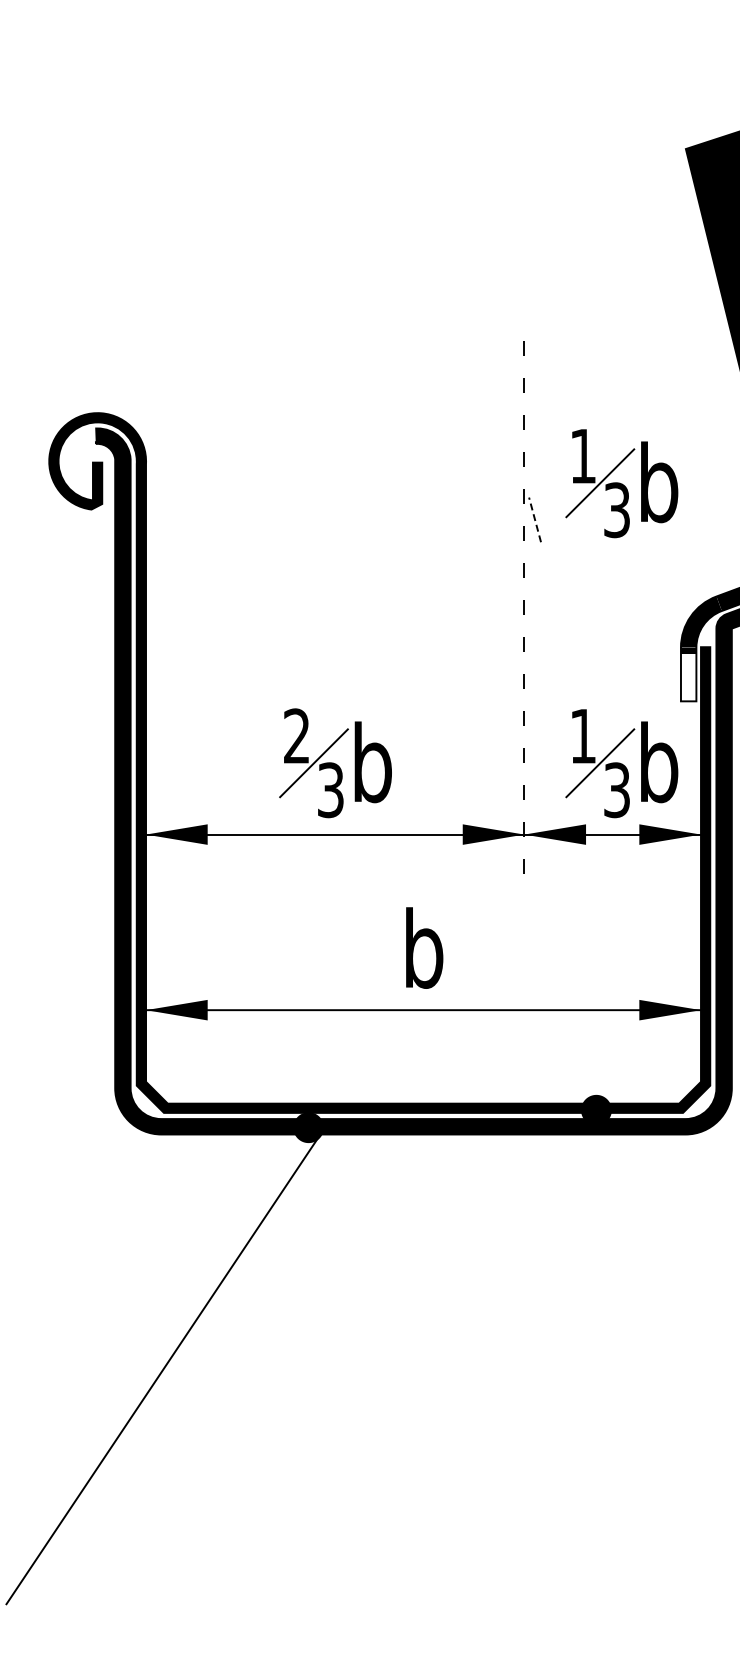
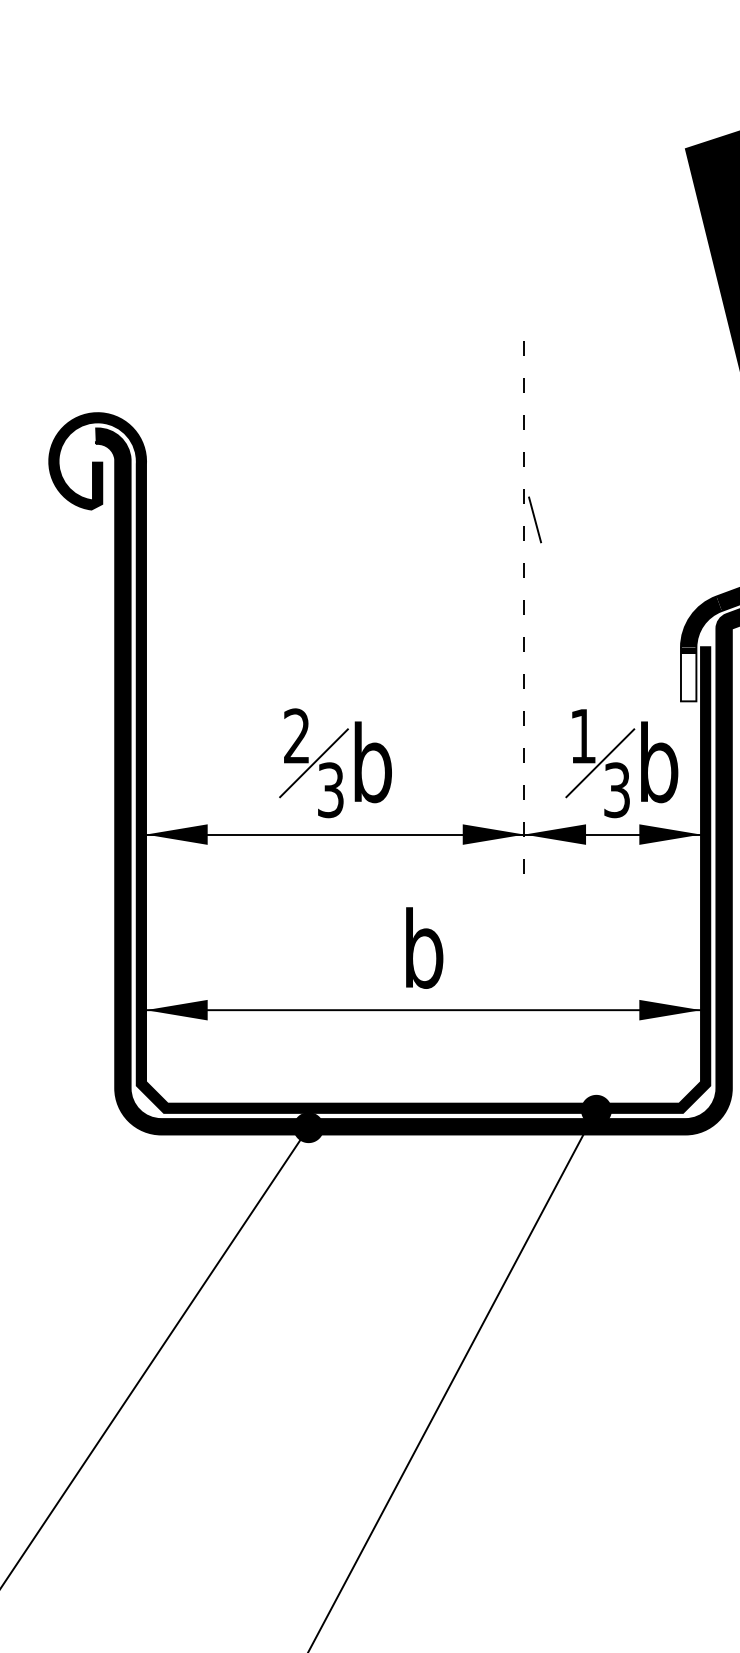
part at (621, 483): present -> none
line at (534, 519): dashed -> solid
line at (162, 1369) position: (162, 1369) -> (155, 1356)
line at (452, 1379): none -> present
